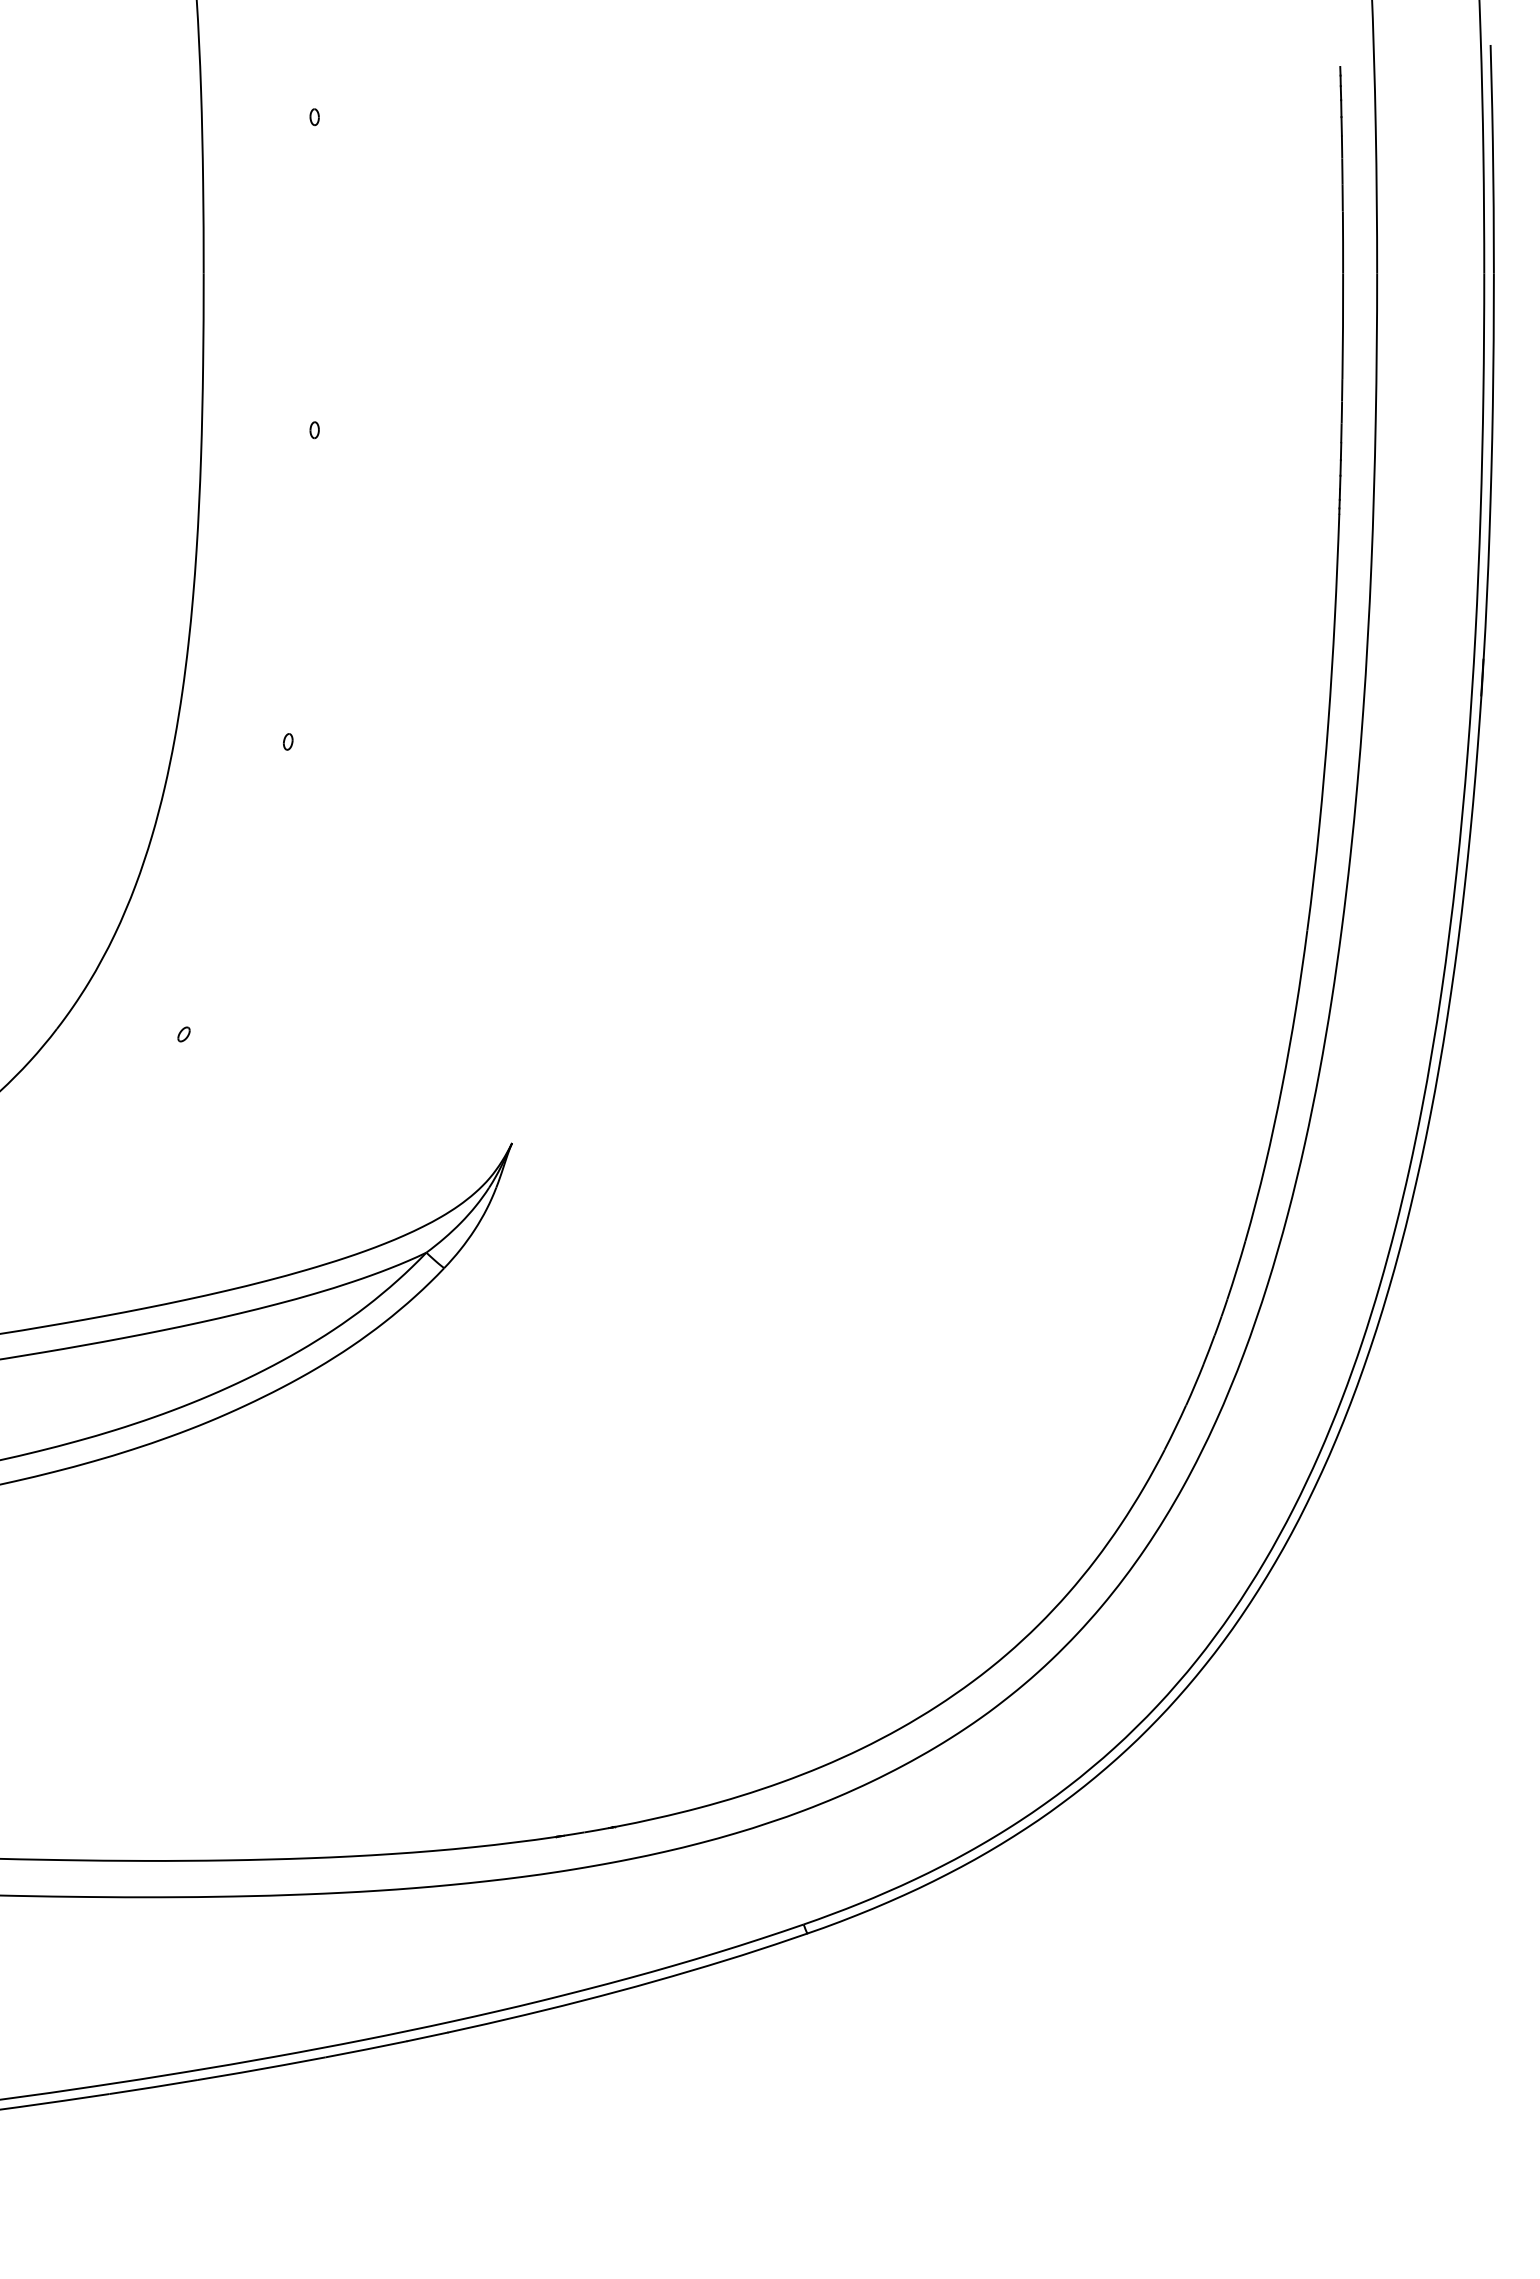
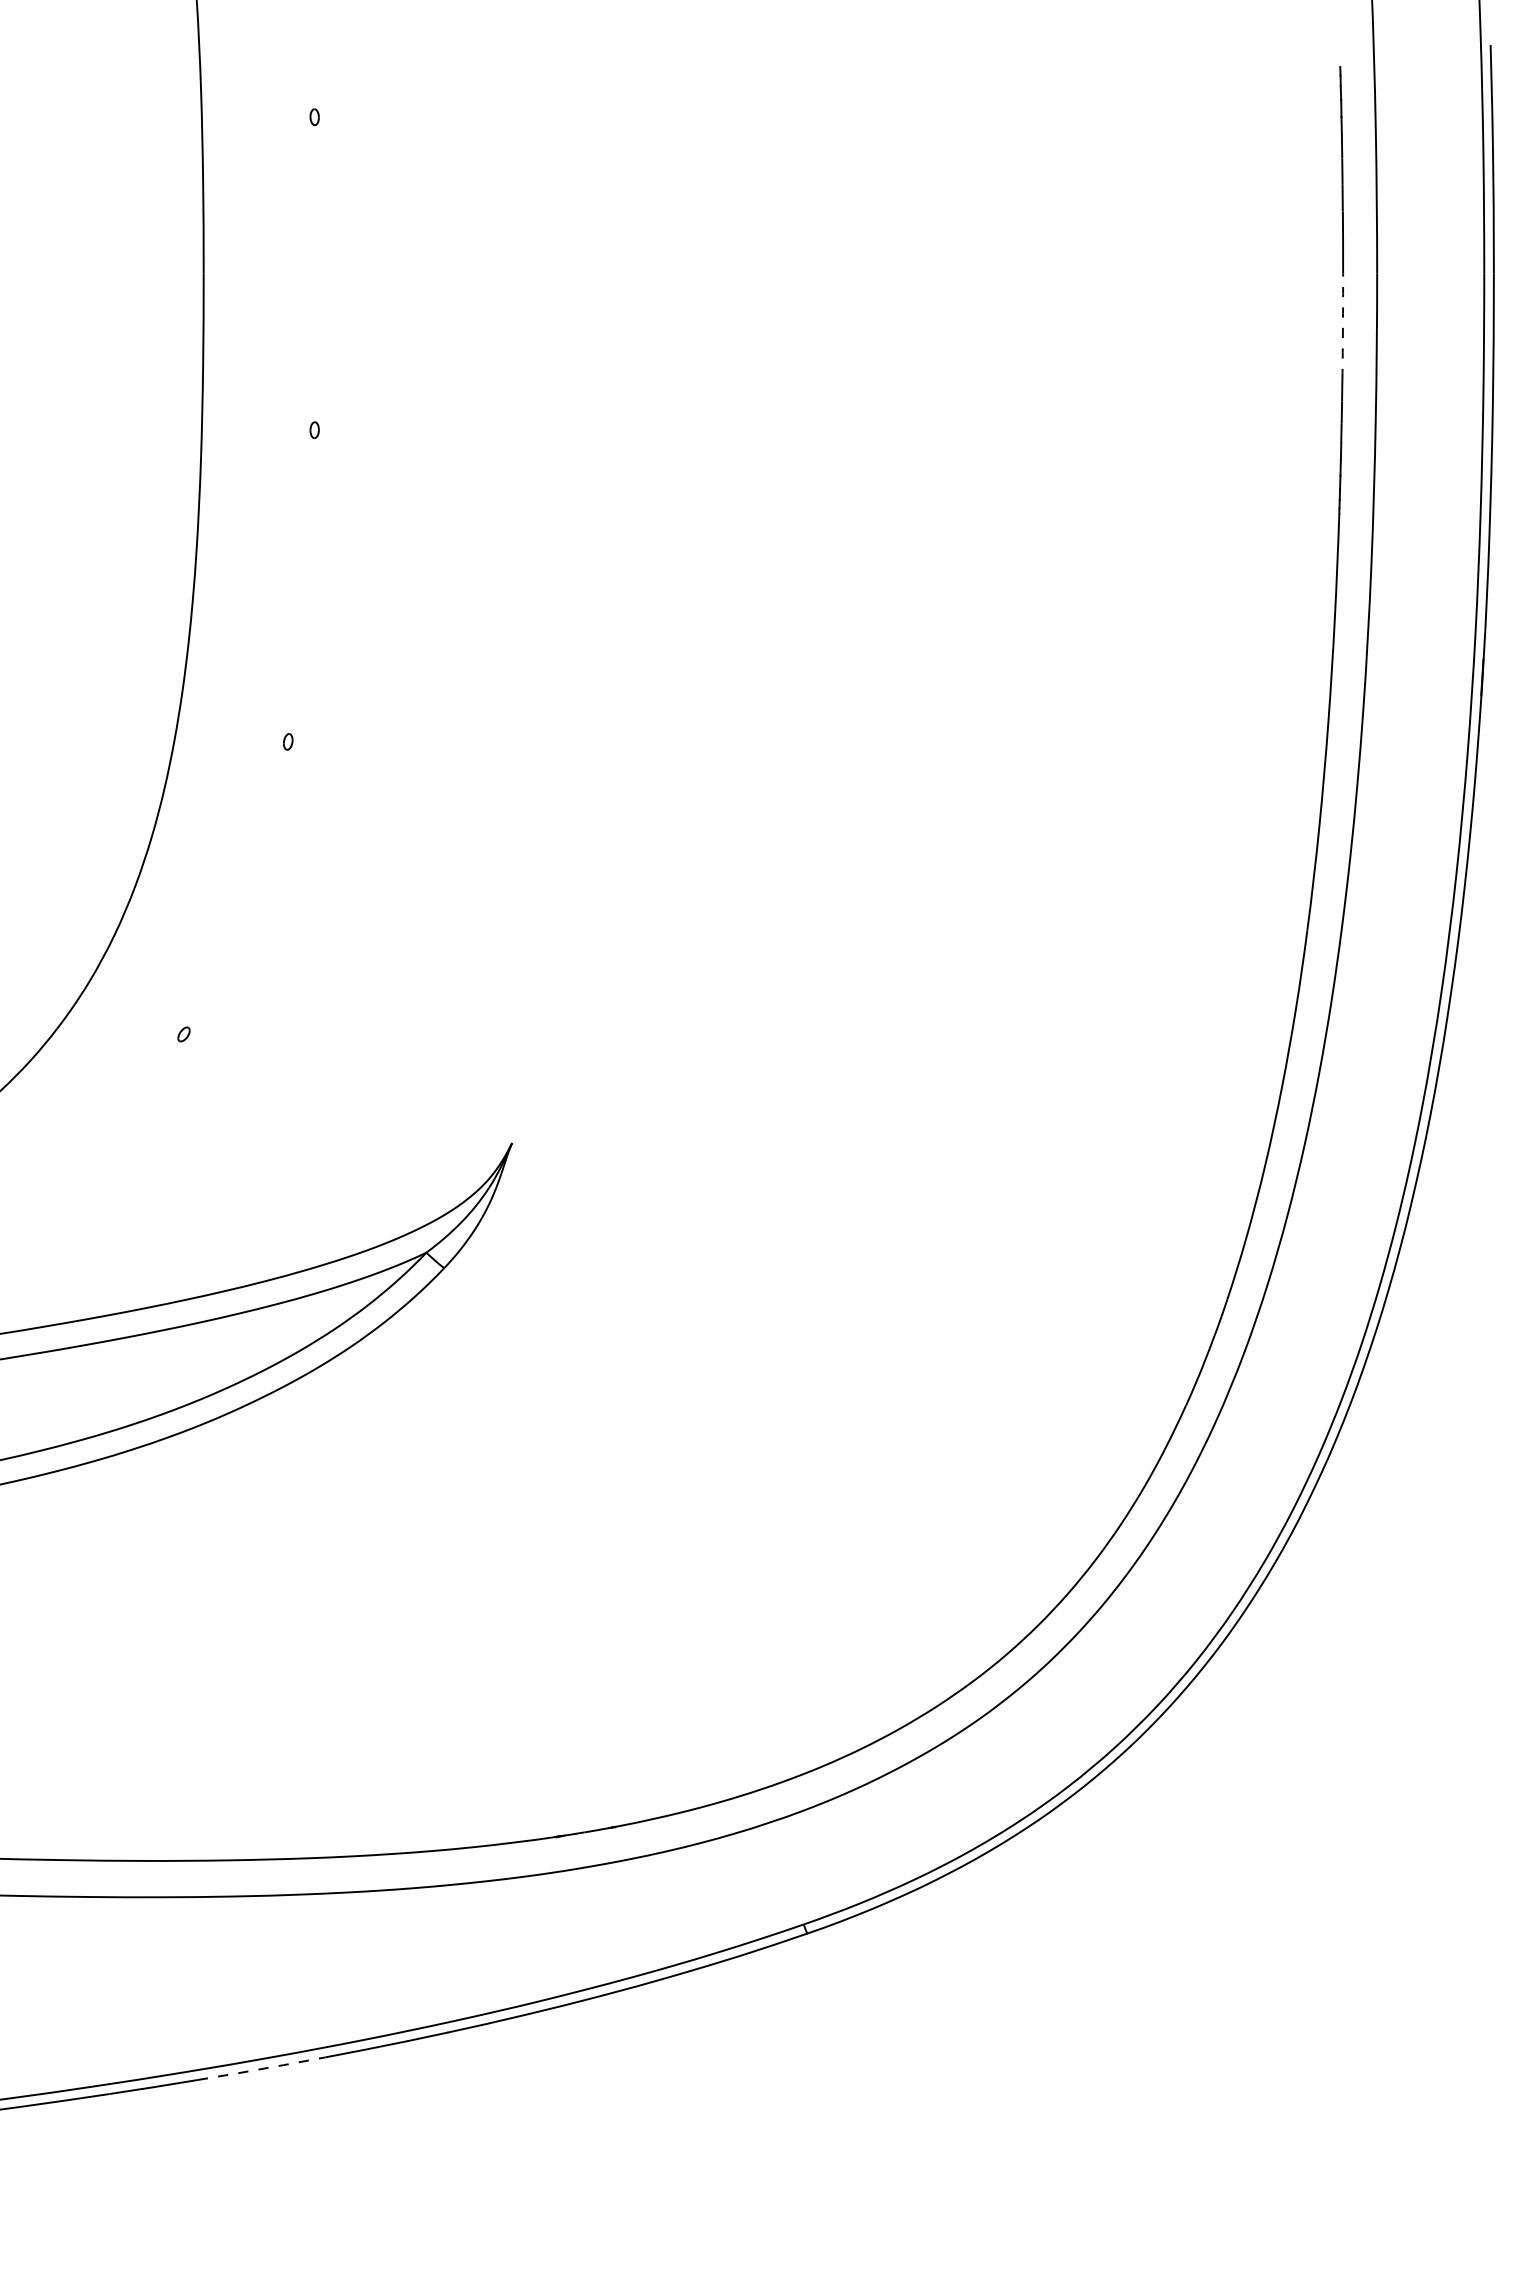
arc at (1342, 326): solid -> dashed
line at (262, 2068): solid -> dashed
